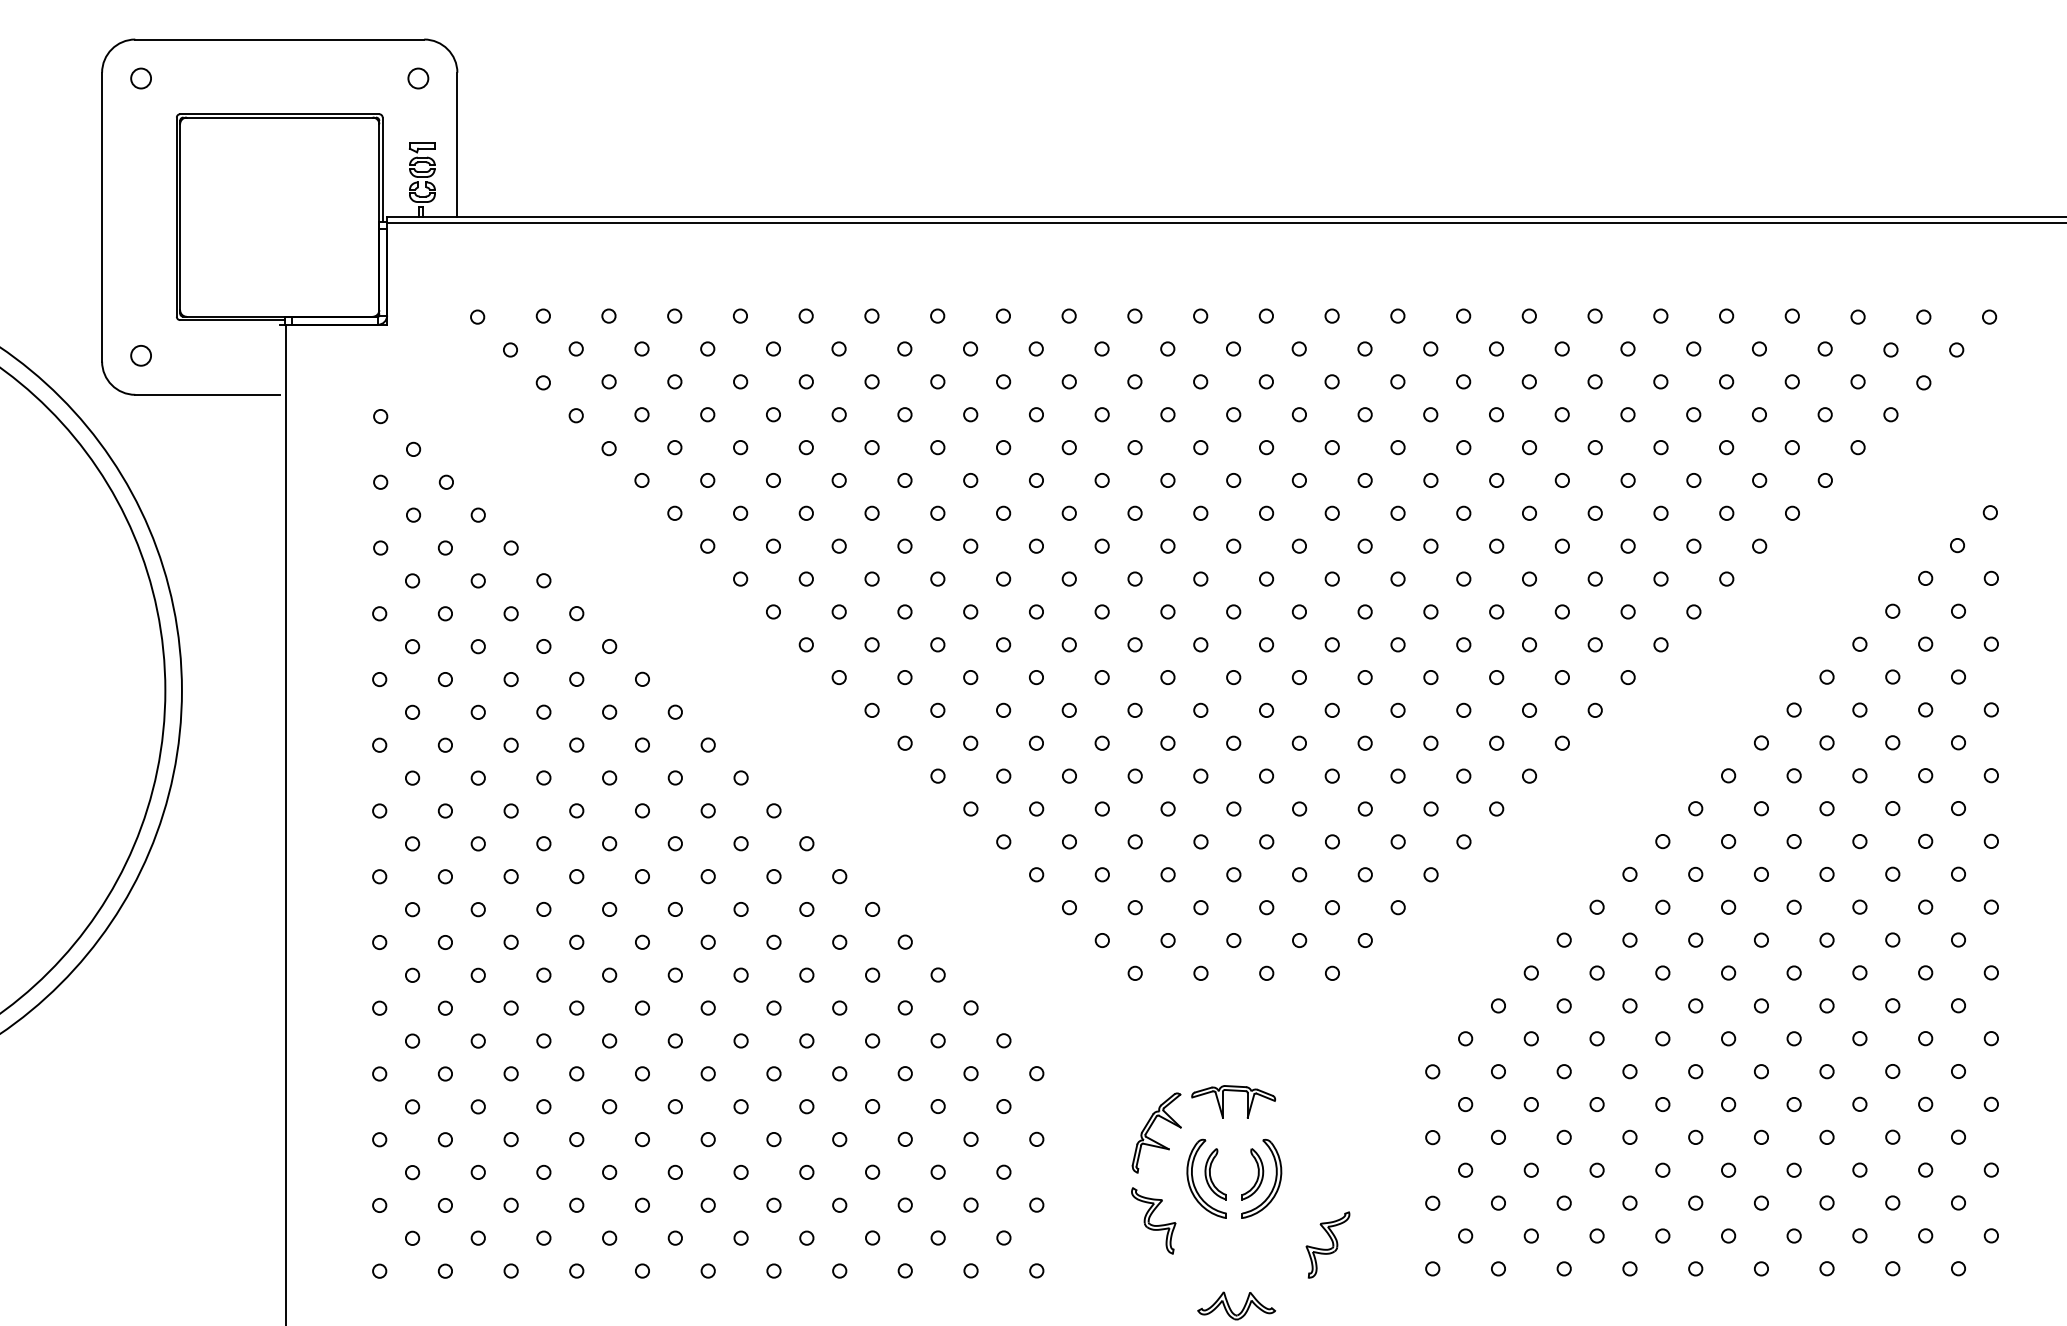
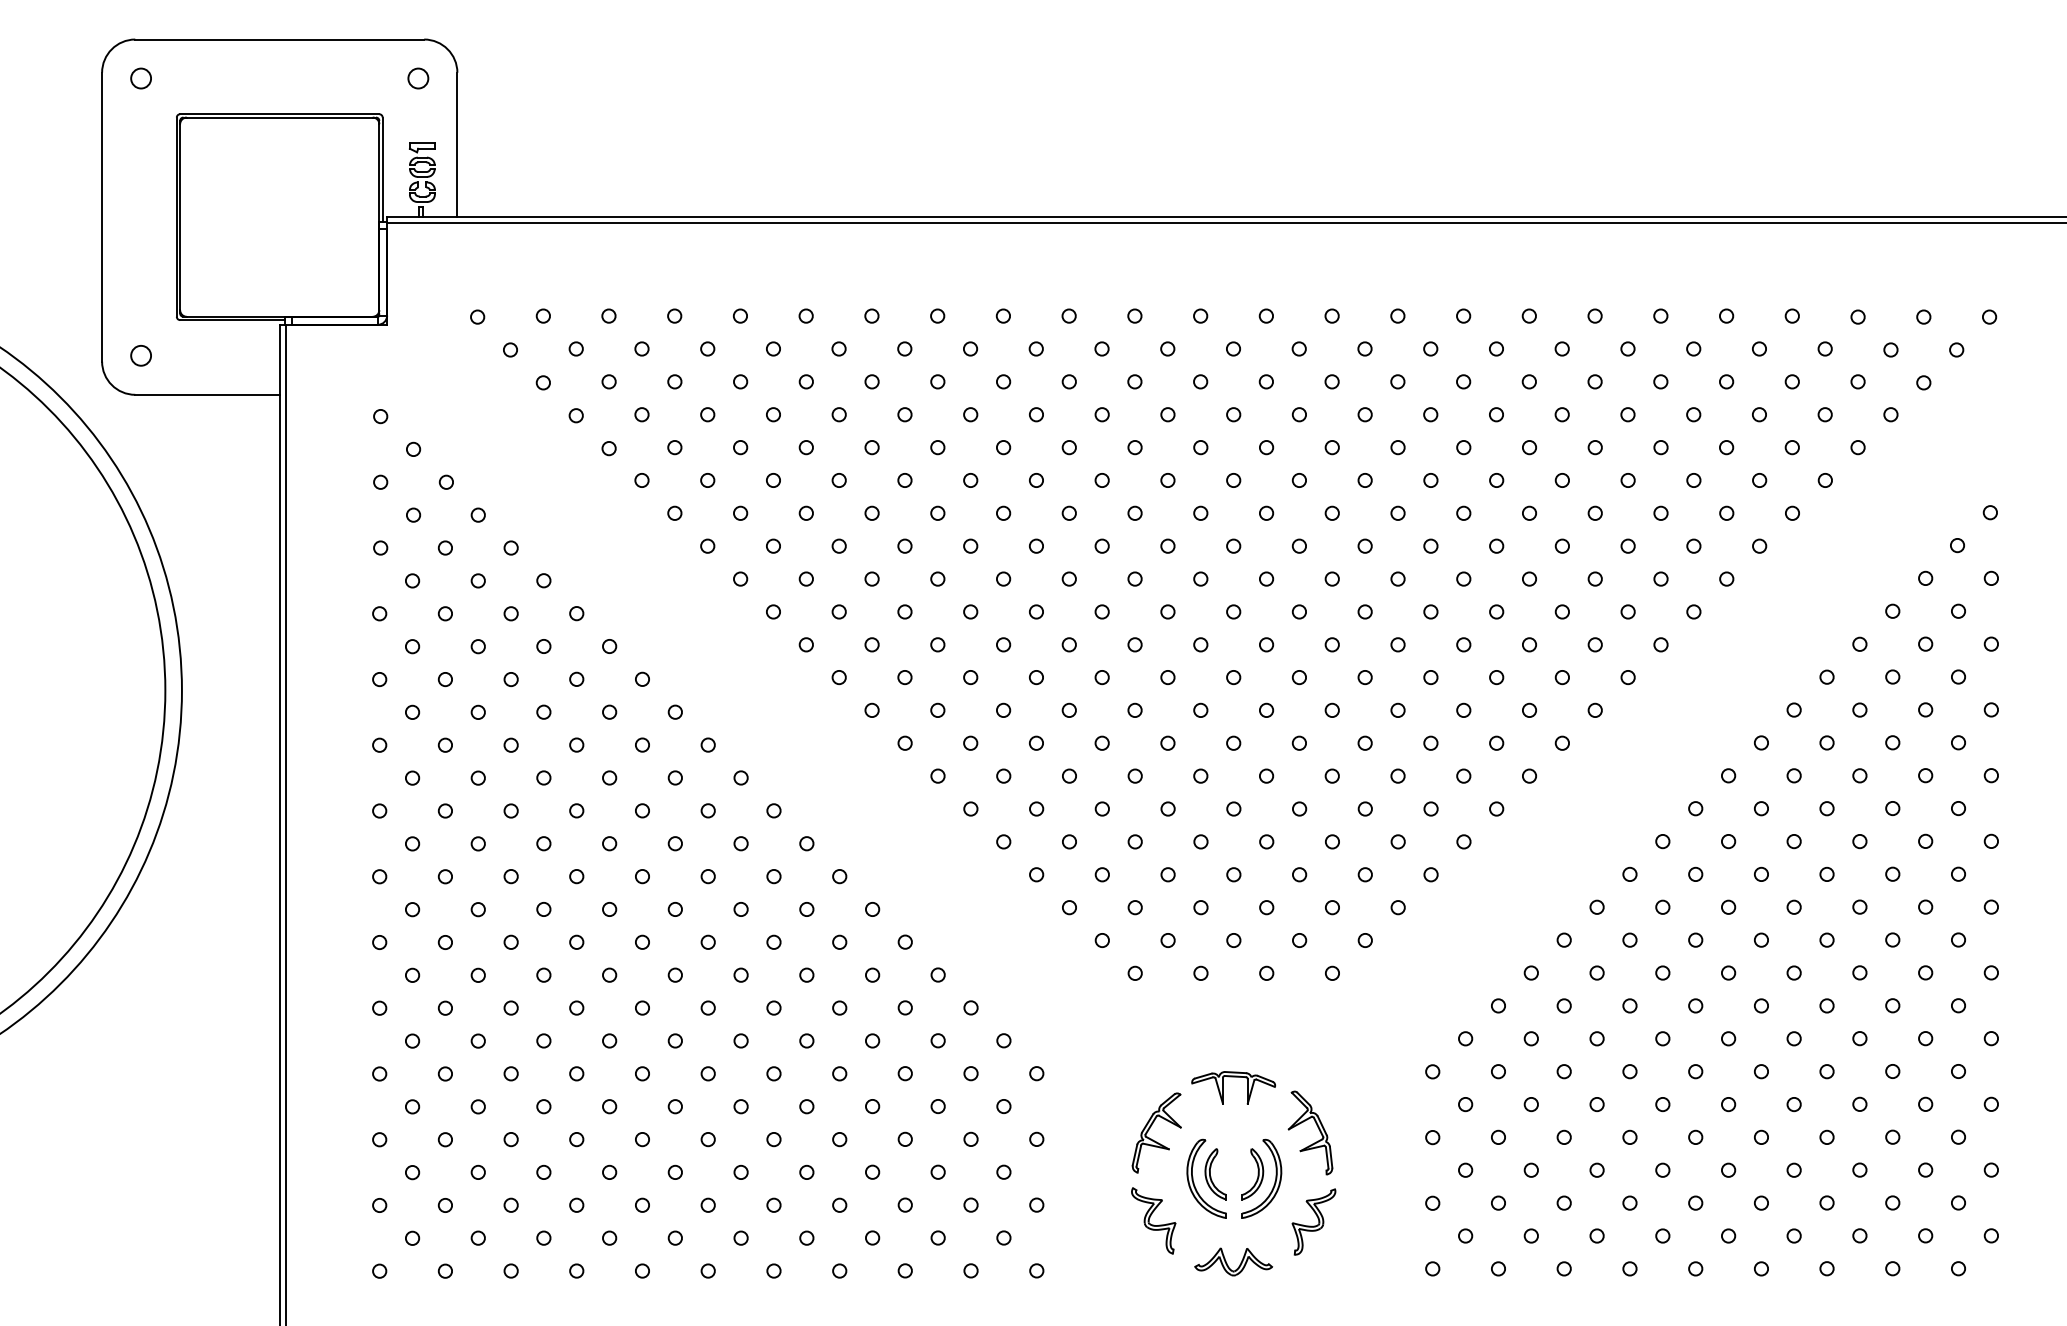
line at (279, 823): none -> present
part at (1233, 1091) position: (1233, 1091) -> (1233, 1077)
part at (1318, 1129): none -> present
part at (1327, 1244) position: (1327, 1244) -> (1313, 1221)
part at (1230, 1307) position: (1230, 1307) -> (1227, 1263)
